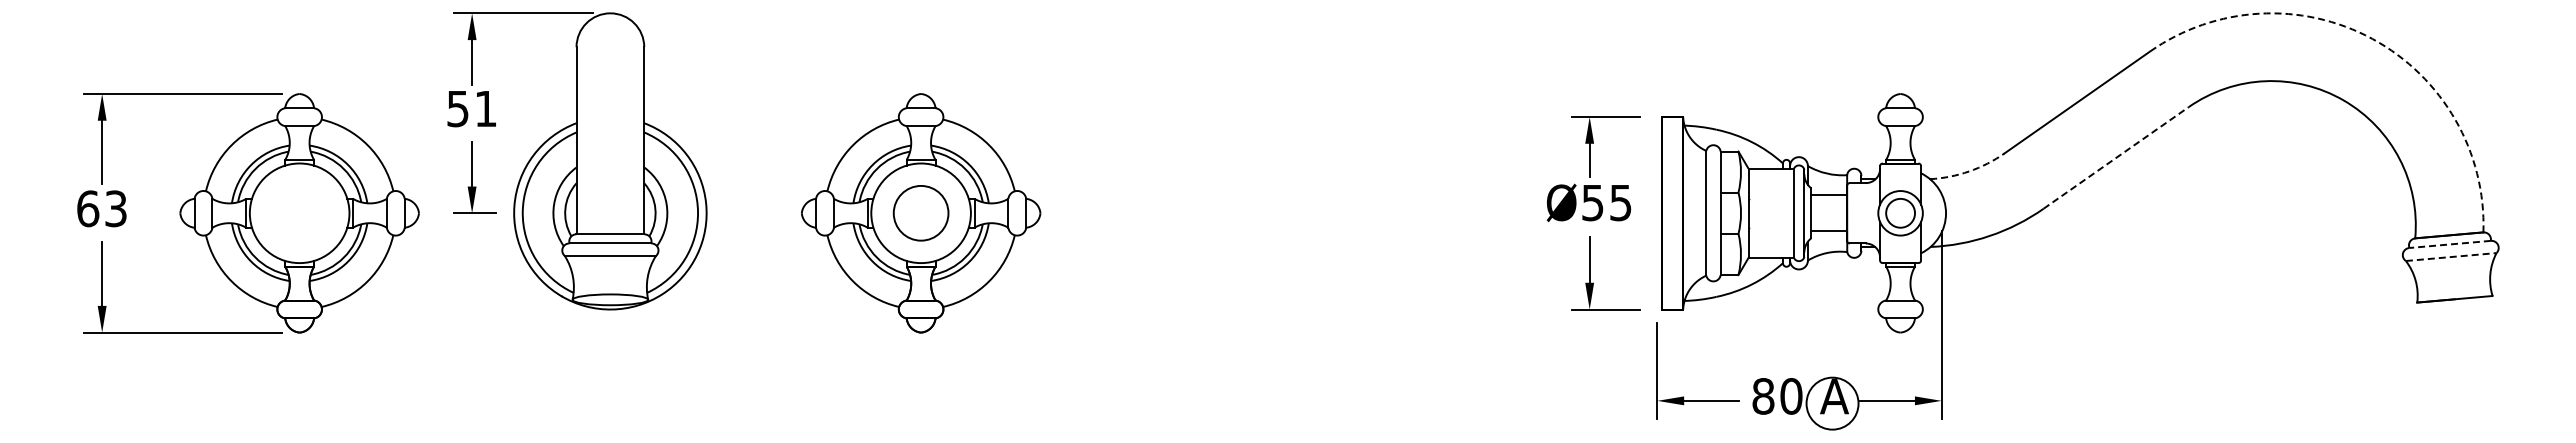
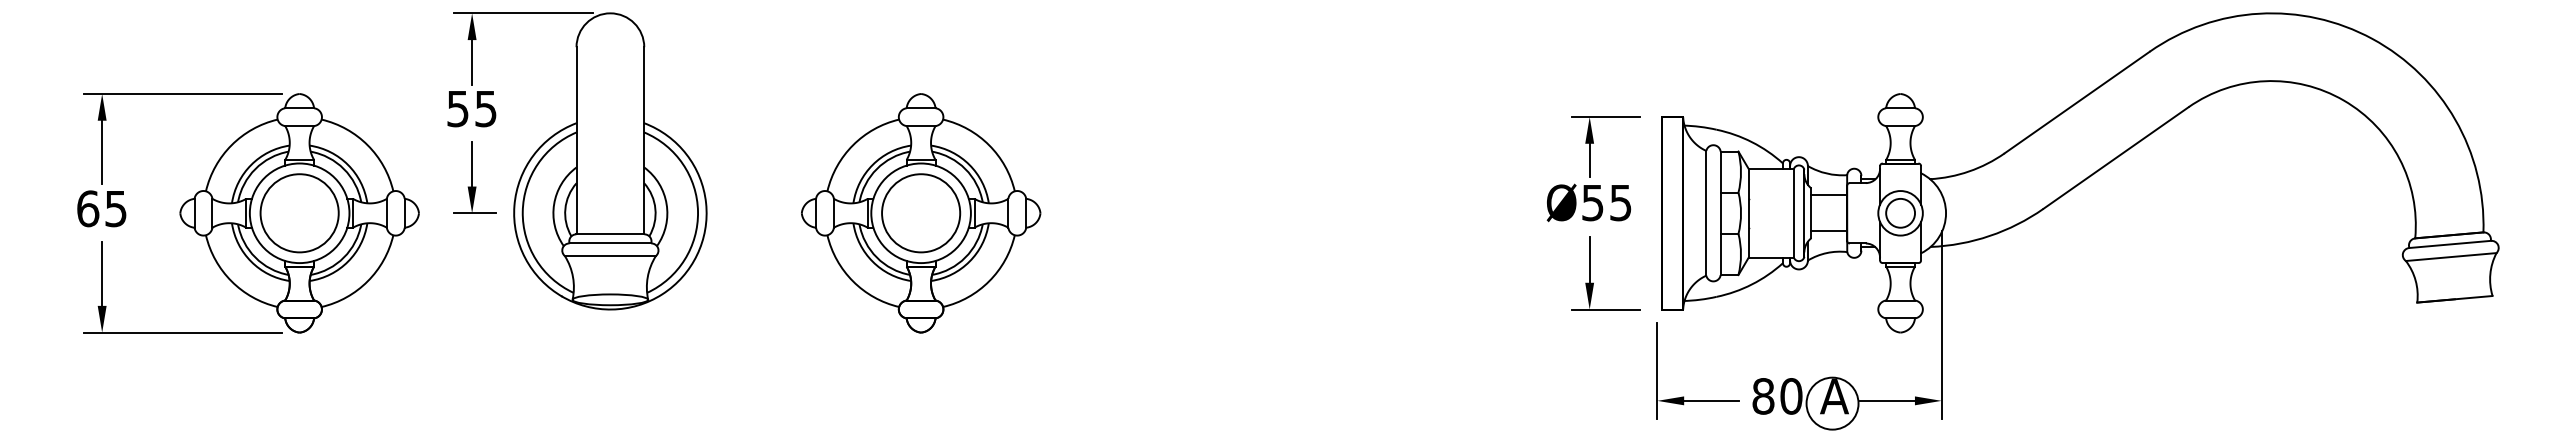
arc at (2372, 38): dashed -> solid
text at (485, 109): 51 -> 55
line at (2116, 157): dashed -> solid
arc at (1969, 171): dashed -> solid
text at (116, 208): 63 -> 65
circle at (920, 212) diameter: 55 px -> 78 px
circle at (299, 213): none -> present
line at (2450, 244): dashed -> solid
line at (2451, 257): dashed -> solid
